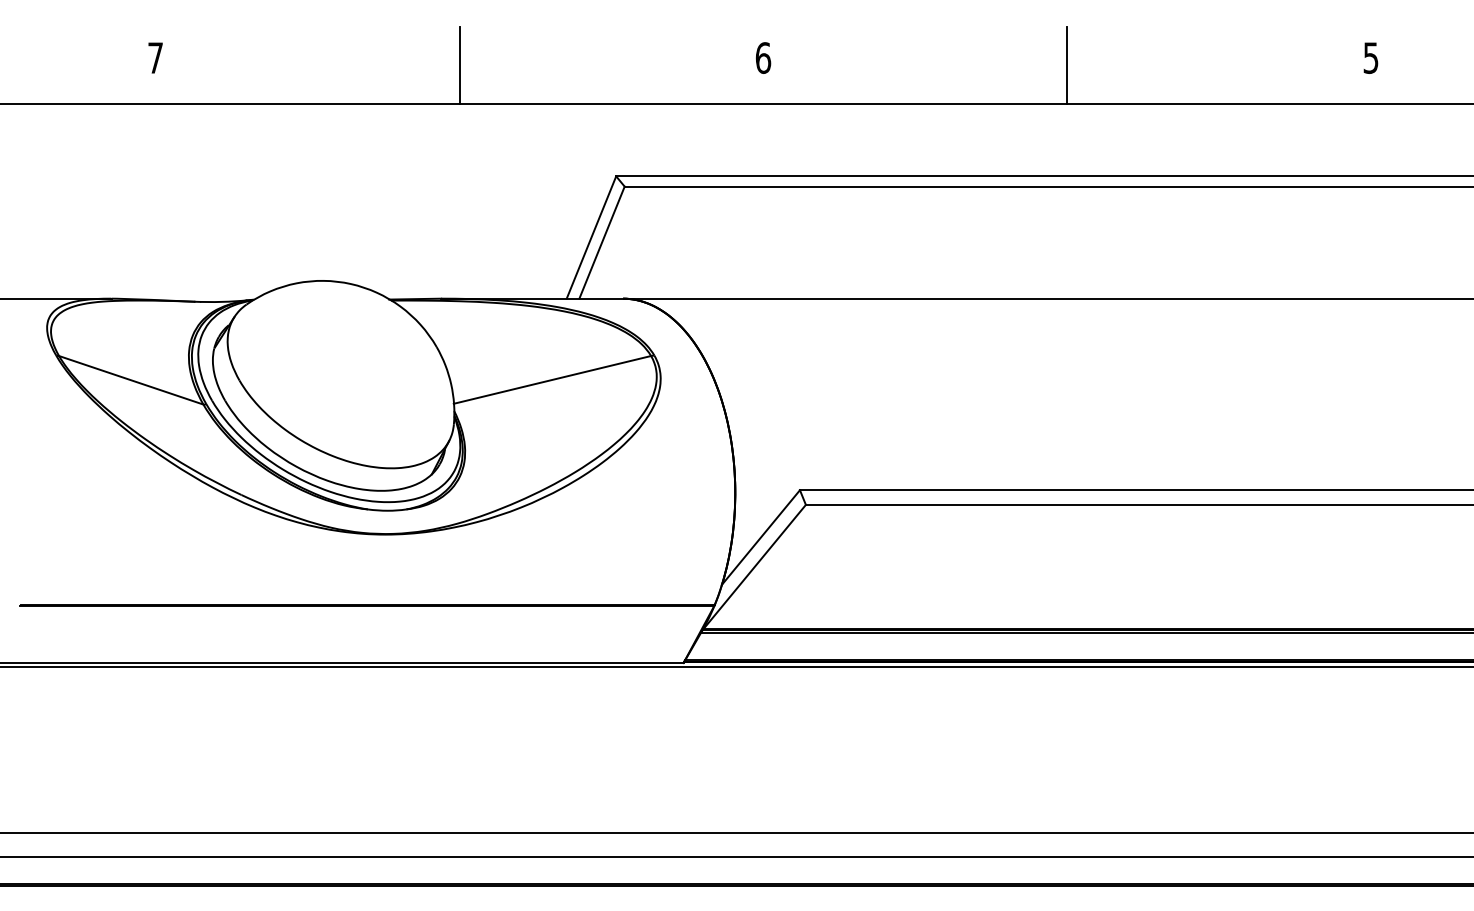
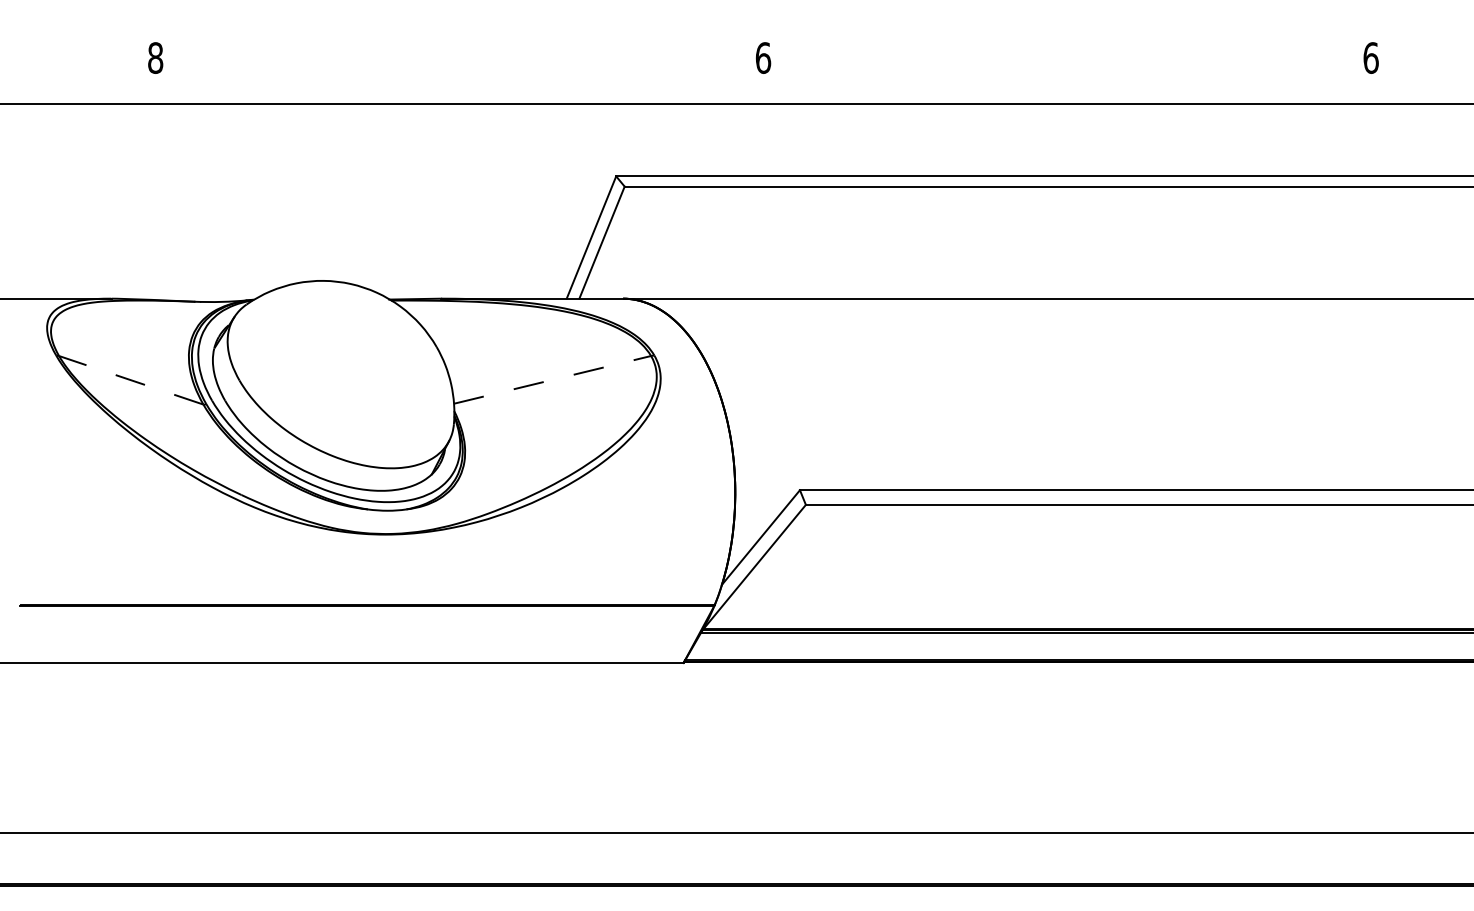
text at (155, 57): 7 -> 8
text at (1370, 57): 5 -> 6
line at (459, 65): present -> none
line at (1067, 65): present -> none
line at (552, 379): solid -> dashed
line at (130, 380): solid -> dashed
line at (736, 666): present -> none
line at (736, 857): present -> none
